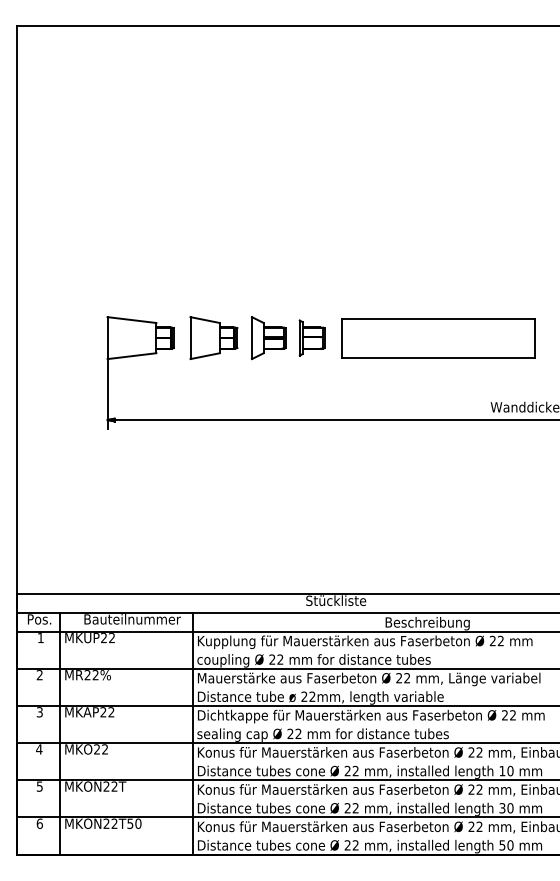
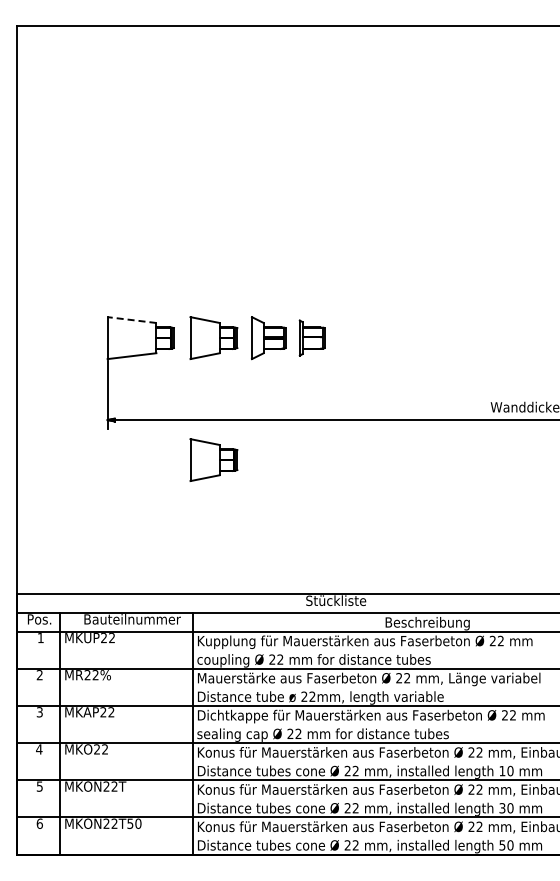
line at (132, 320): solid -> dashed
part at (438, 338): present -> none
part at (213, 459): none -> present
